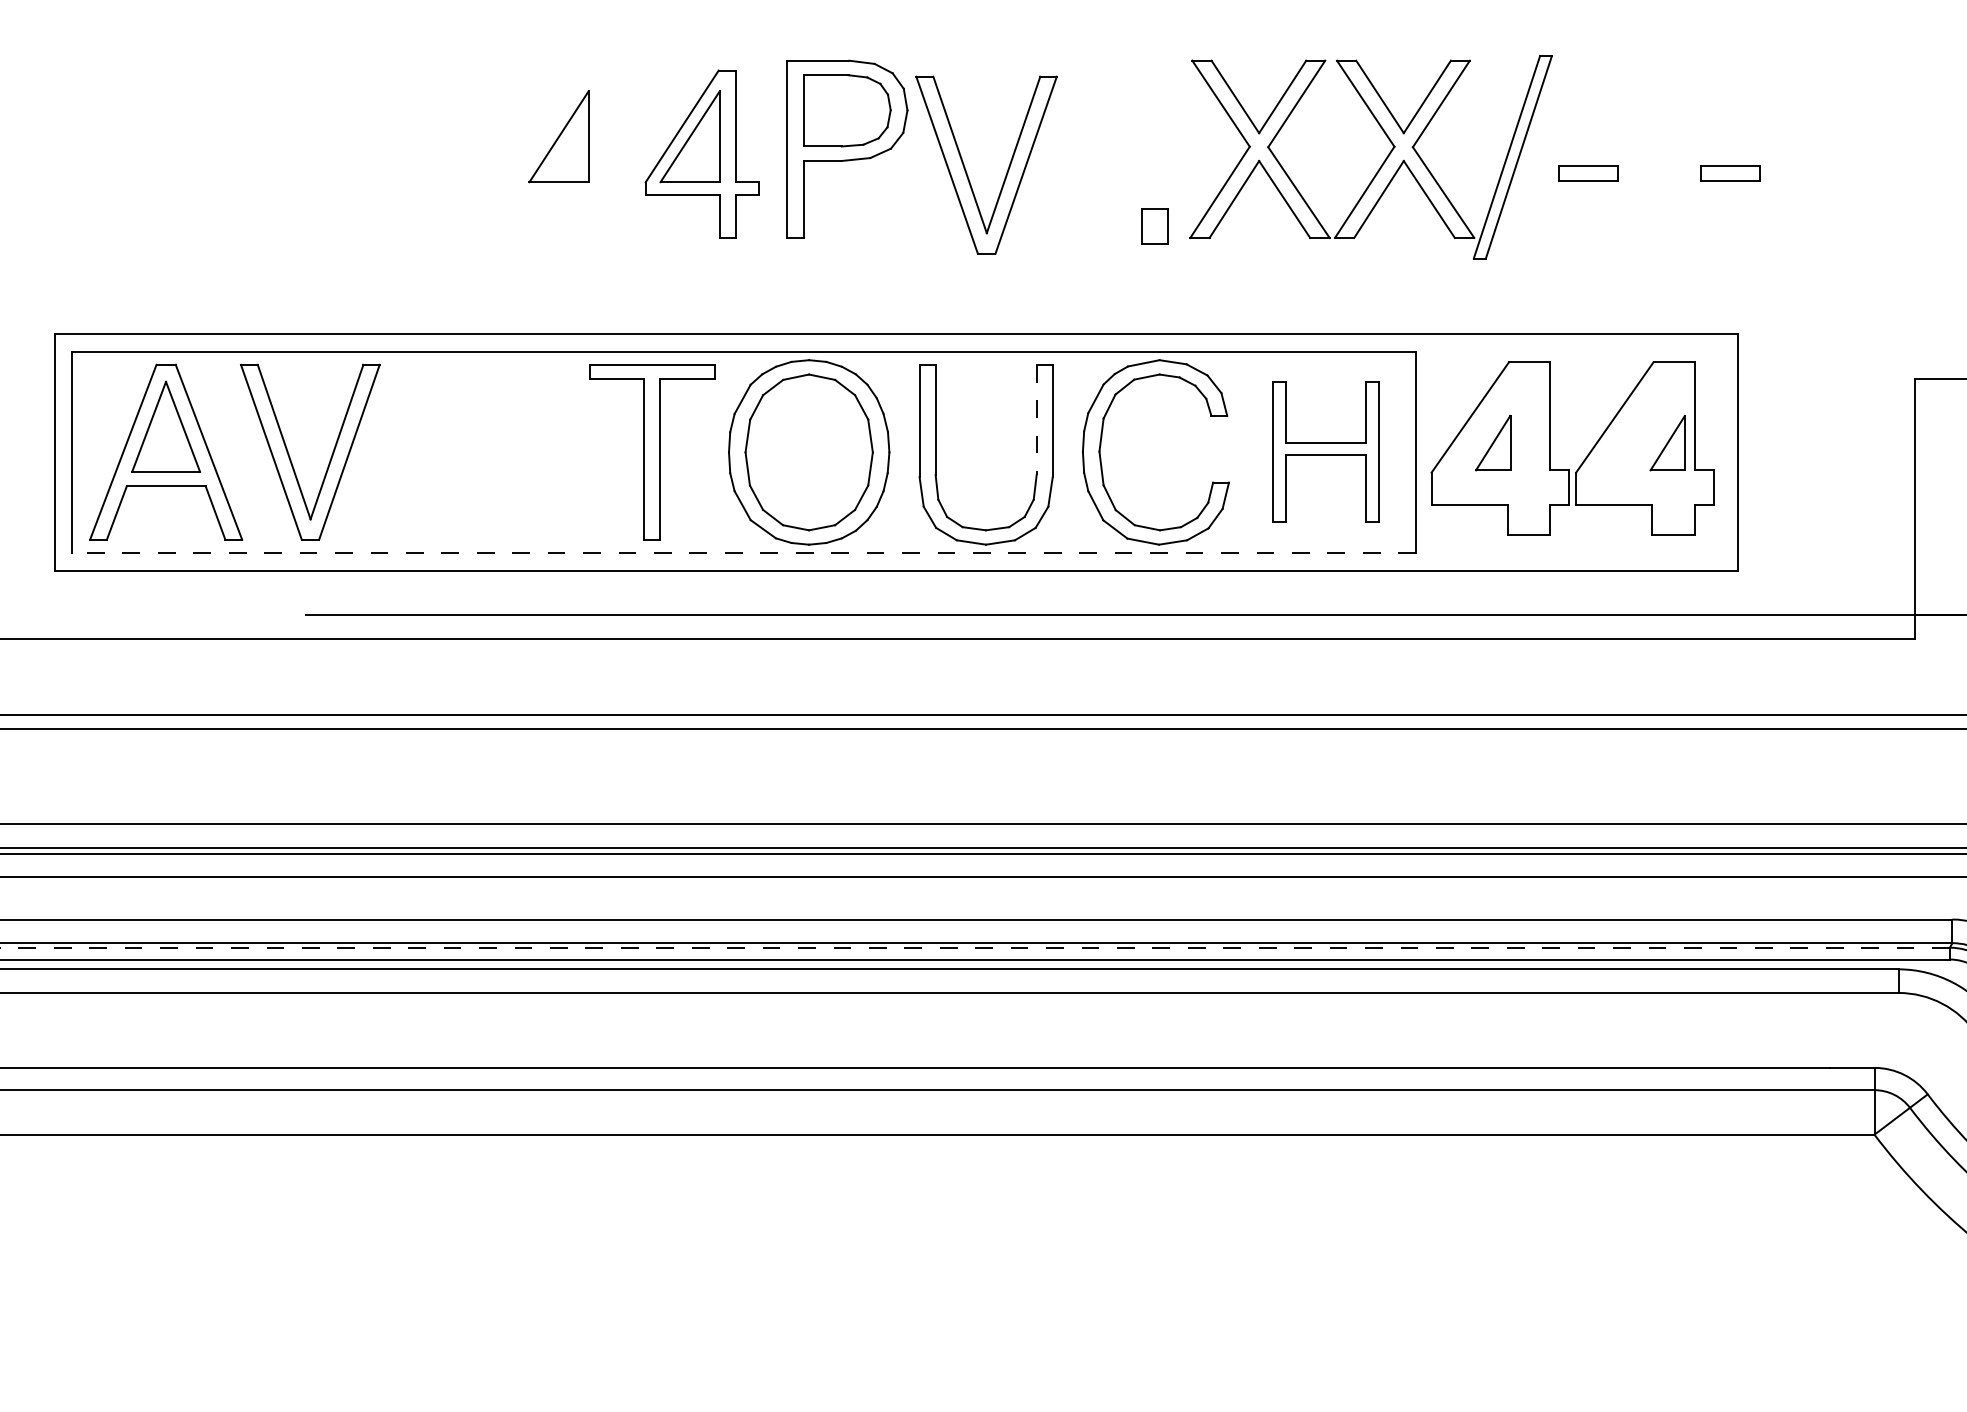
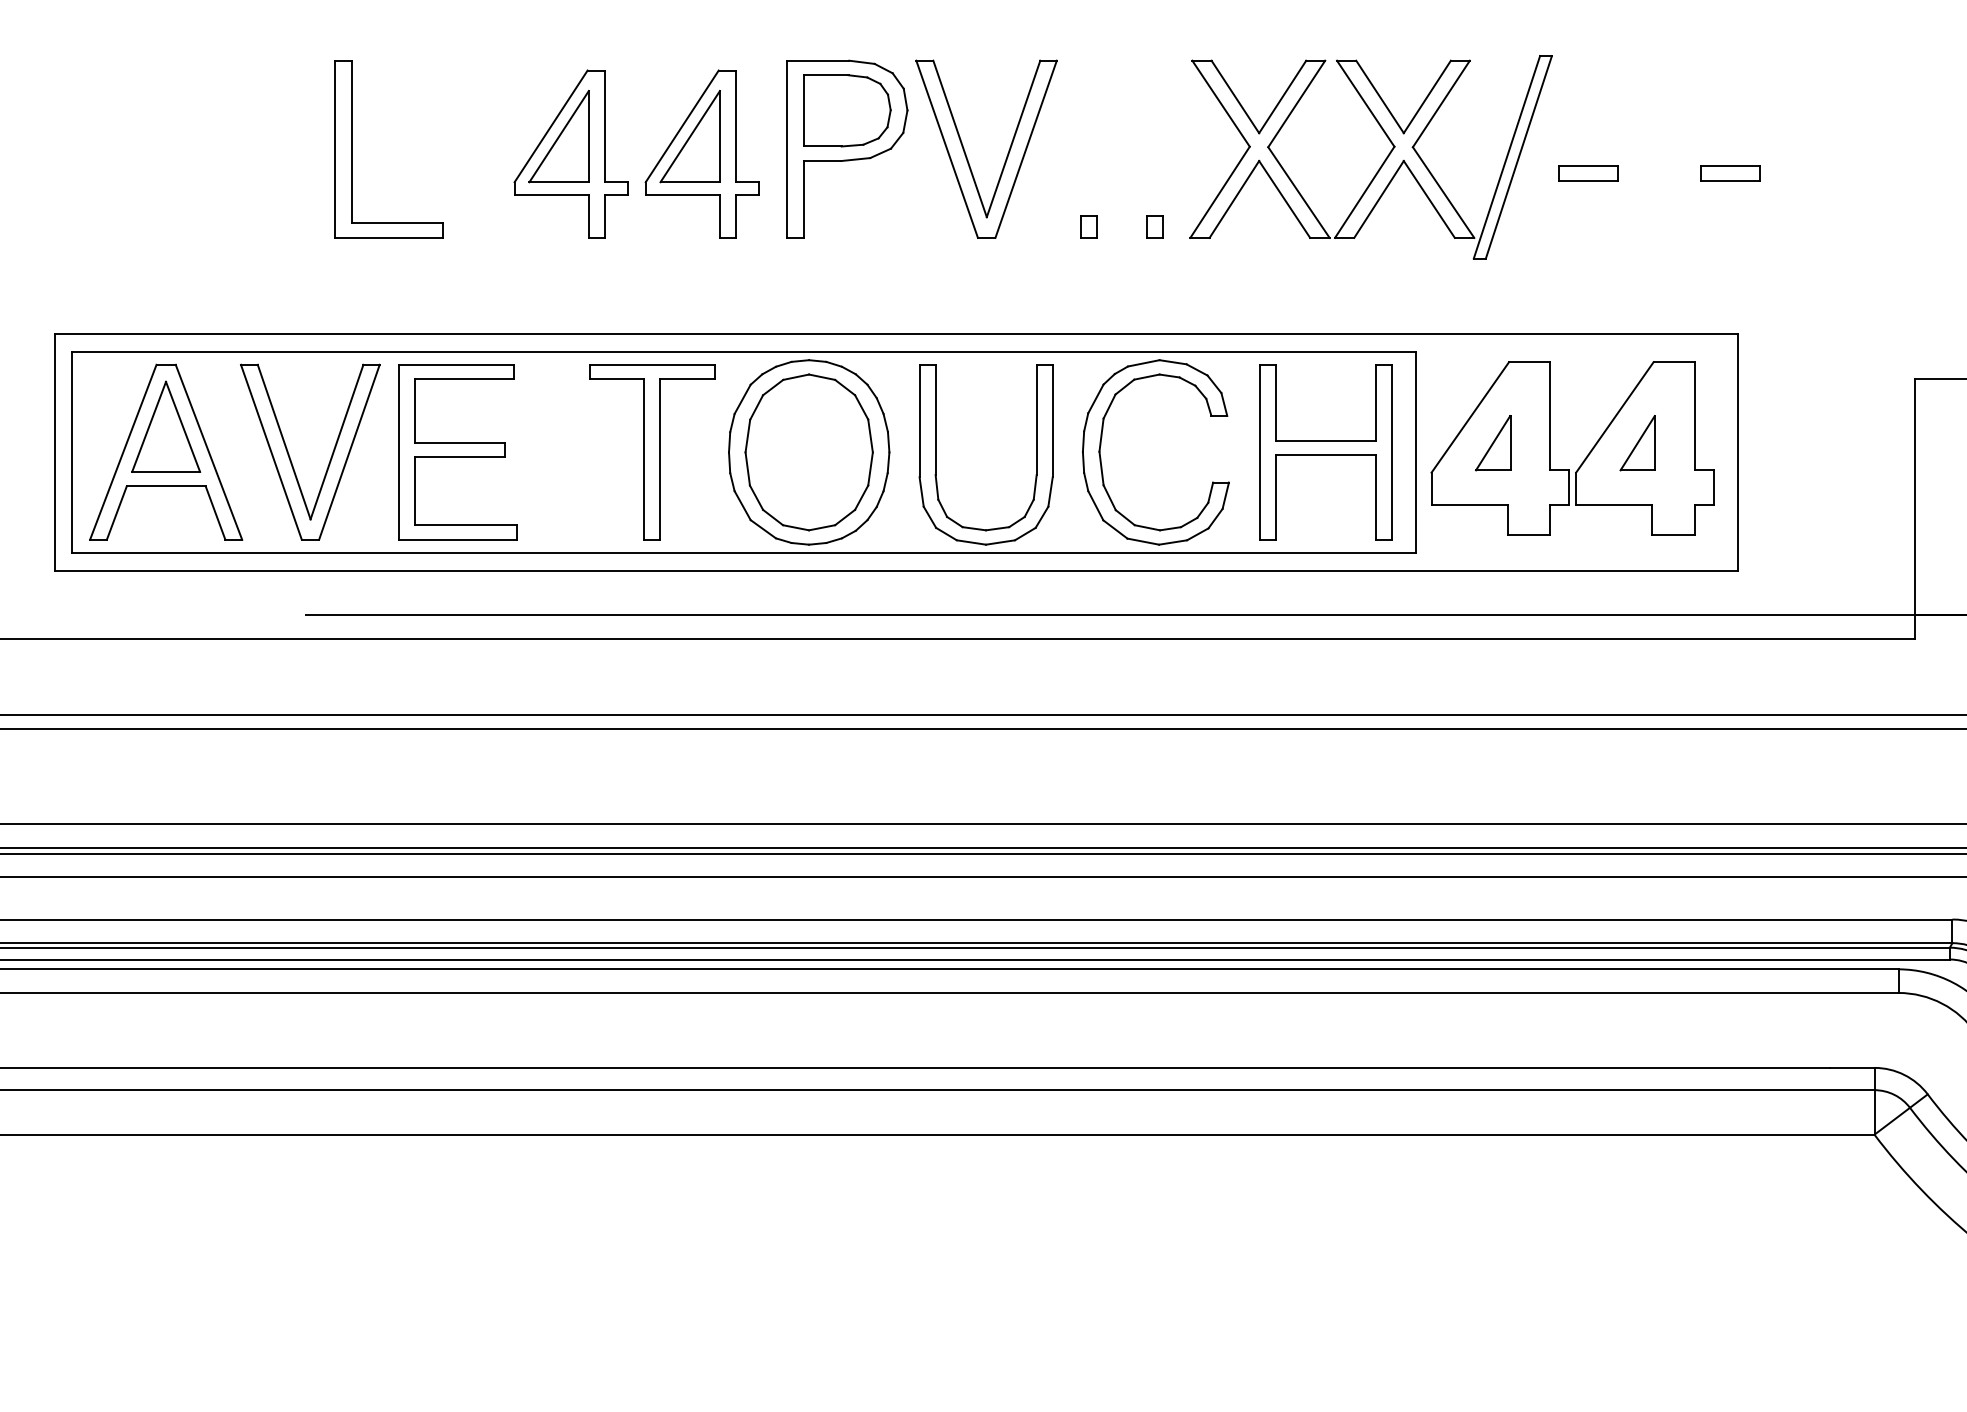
part at (352, 149): none -> present
part at (570, 153): none -> present
part at (966, 170) position: (966, 170) -> (966, 154)
part at (1088, 226): none -> present
part at (1154, 226) size: 28x37 px -> 18x24 px
line at (1036, 420): dashed -> solid
part at (1667, 443) position: (1667, 443) -> (1637, 443)
part at (1325, 451) size: 108x142 px -> 134x177 px
part at (457, 452): none -> present
line at (744, 553): dashed -> solid
line at (975, 947): dashed -> solid
